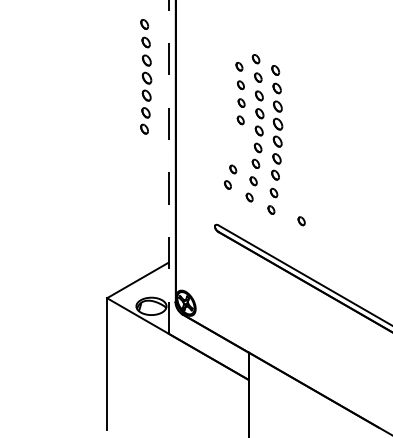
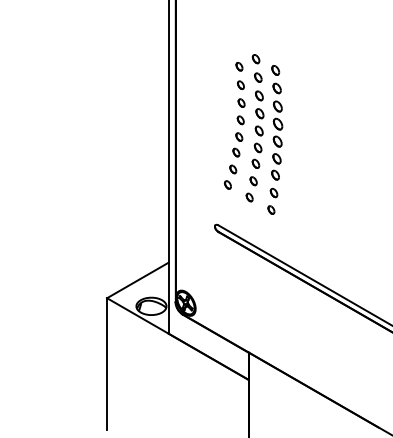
part at (146, 76): present -> none
part at (237, 144): none -> present
line at (168, 167): dashed -> solid
part at (301, 221): present -> none
